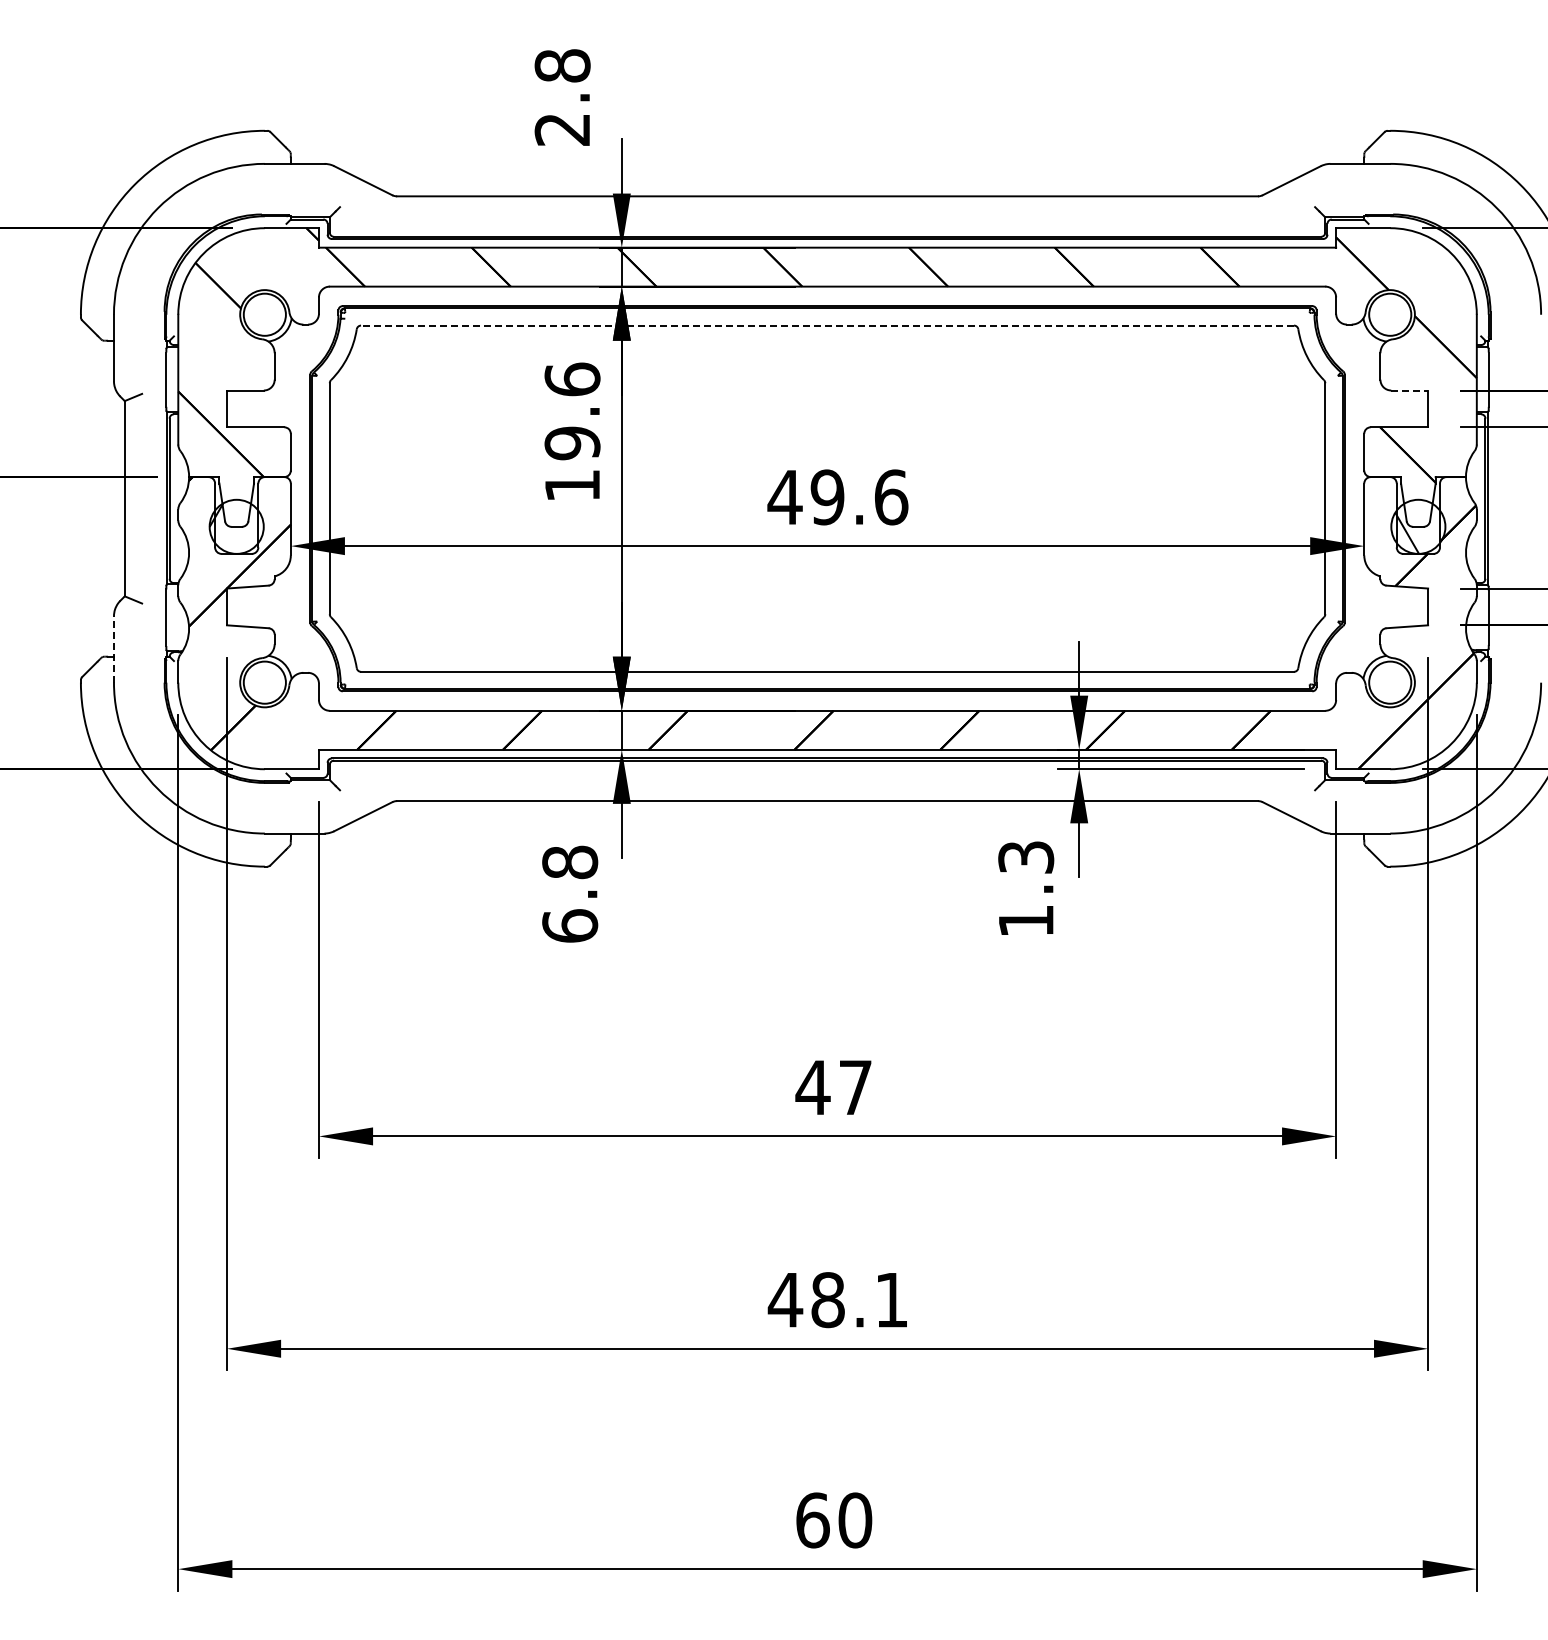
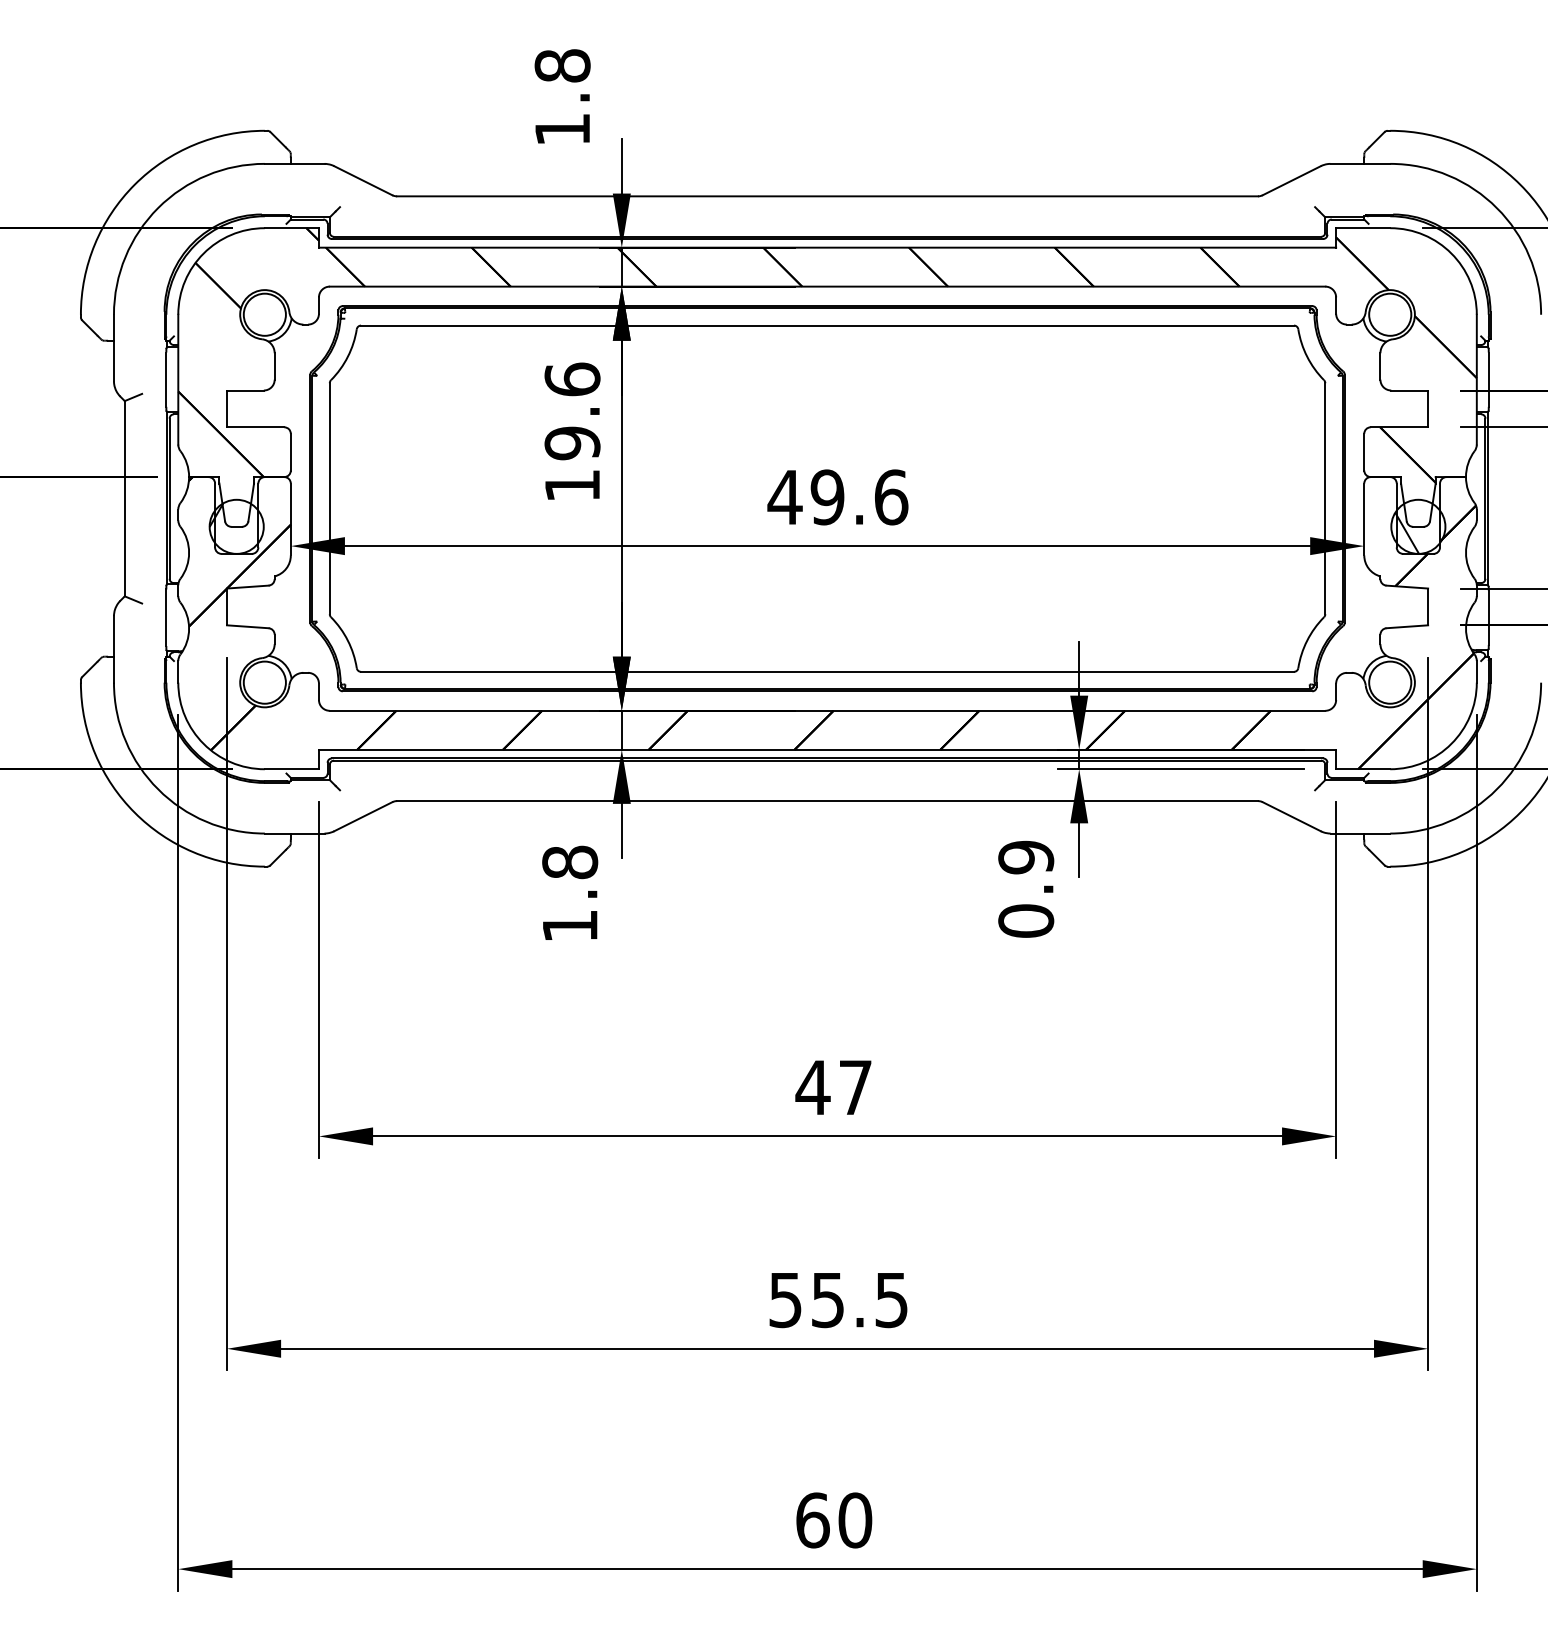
text at (561, 129): 2.8 -> 1.8
line at (827, 325): dashed -> solid
line at (1410, 390): dashed -> solid
line at (113, 648): dashed -> solid
text at (1026, 888): 1.3 -> 0.9
text at (570, 925): 6.8 -> 1.8
text at (837, 1300): 48.1 -> 55.5
